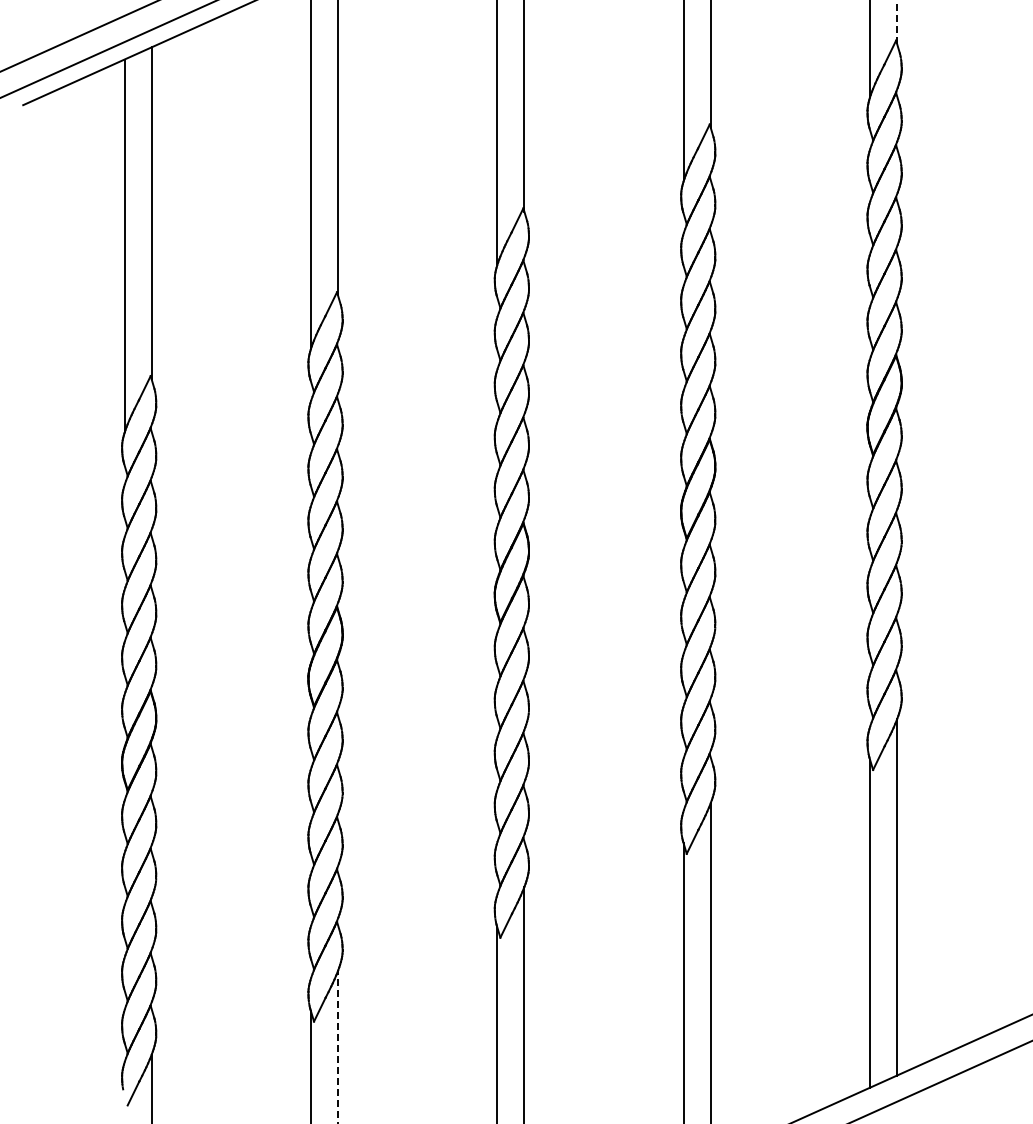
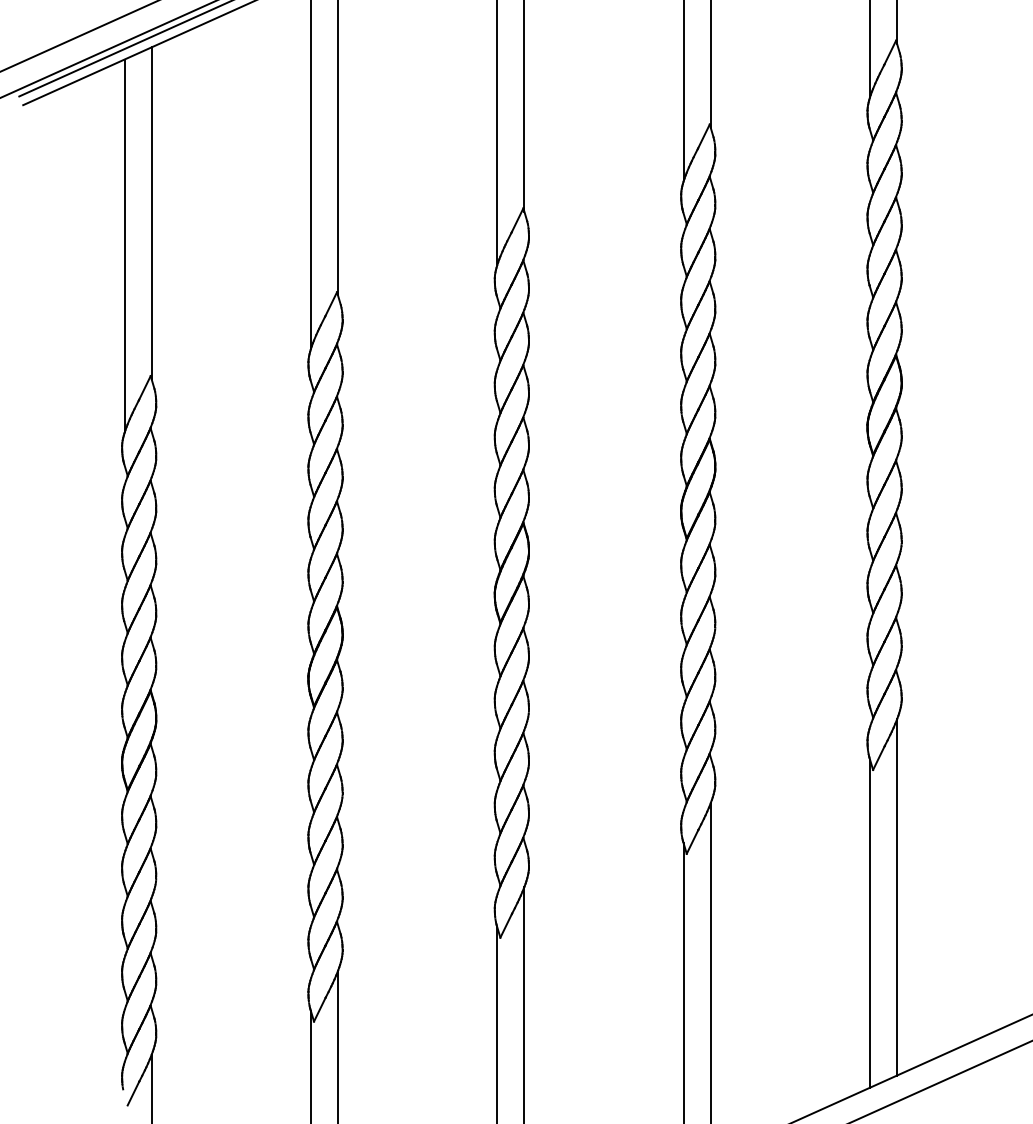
line at (897, 21): dashed -> solid
line at (124, 49): none -> present
line at (338, 1046): dashed -> solid
